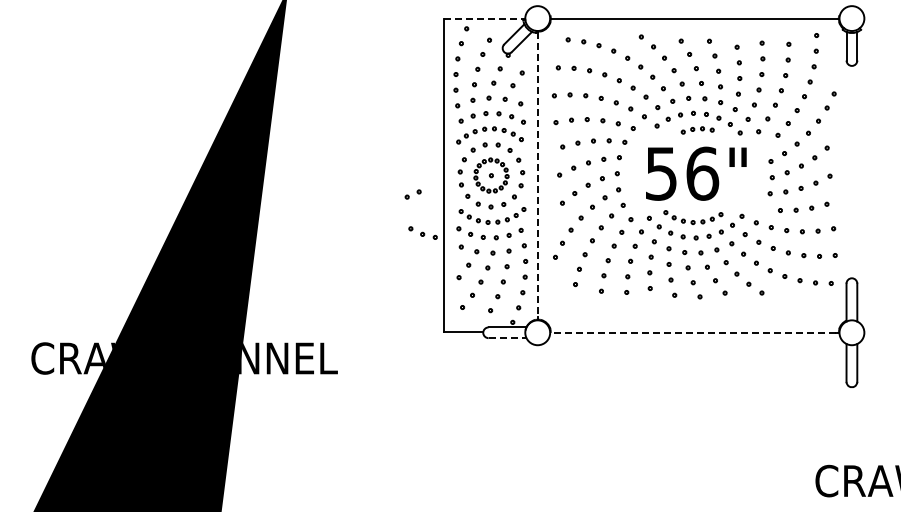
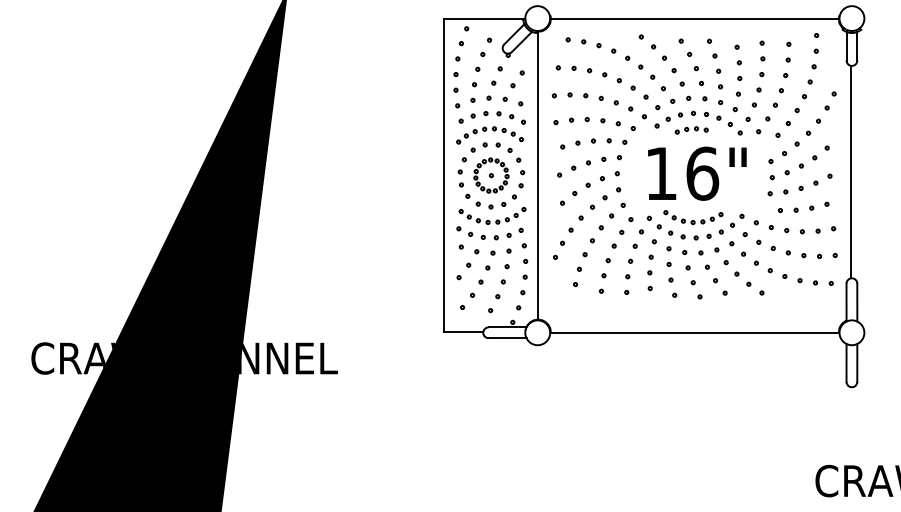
line at (485, 18): dashed -> solid
part at (697, 130) position: (697, 130) -> (691, 130)
line at (851, 171): none -> present
text at (661, 173): 56" -> 16"
line at (537, 174): dashed -> solid
part at (412, 194): present -> none
part at (422, 232): present -> none
line at (692, 332): dashed -> solid
line at (507, 338): dashed -> solid
